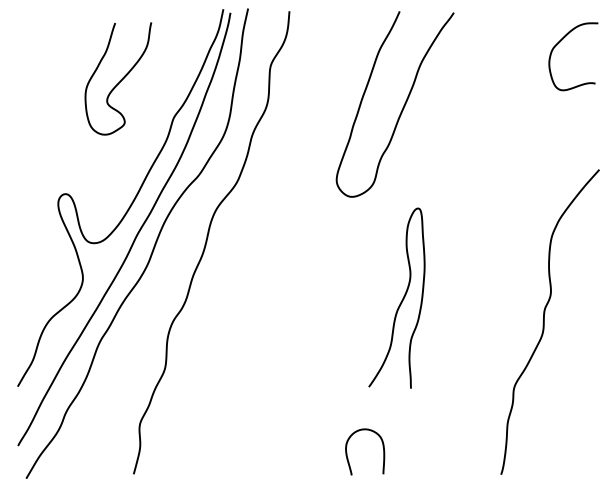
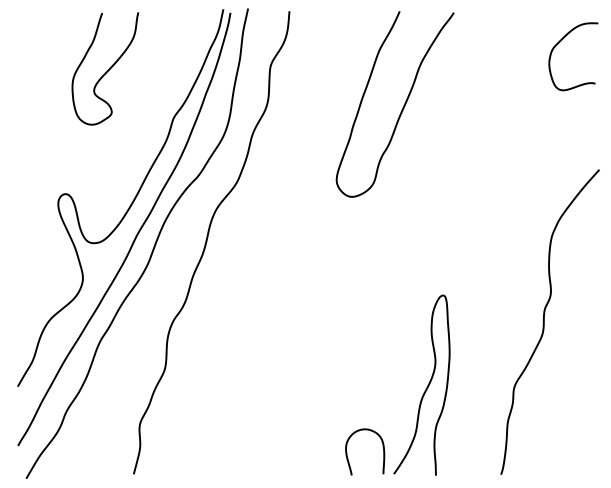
curve at (120, 80) position: (120, 80) -> (107, 70)
curve at (401, 300) position: (401, 300) -> (426, 387)
